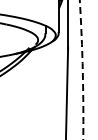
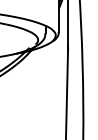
arc at (82, 69): dashed -> solid
